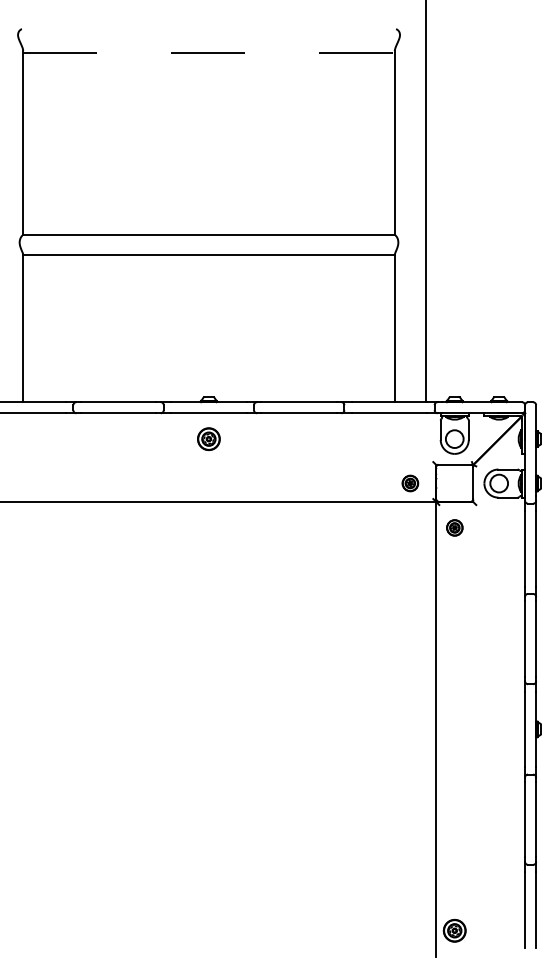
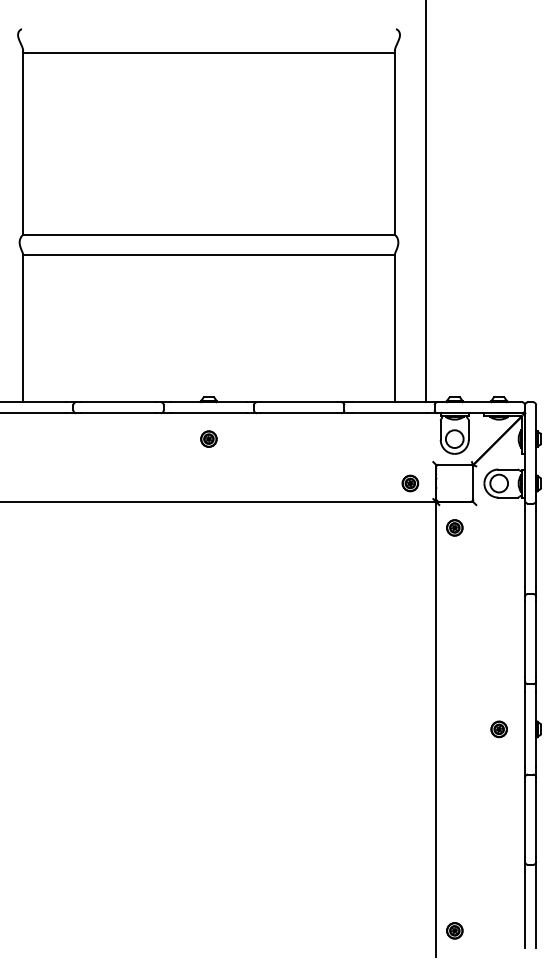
line at (209, 52): dashed -> solid
part at (208, 439) size: 24x25 px -> 18x18 px
part at (498, 729): none -> present
part at (454, 930) size: 25x24 px -> 18x18 px
